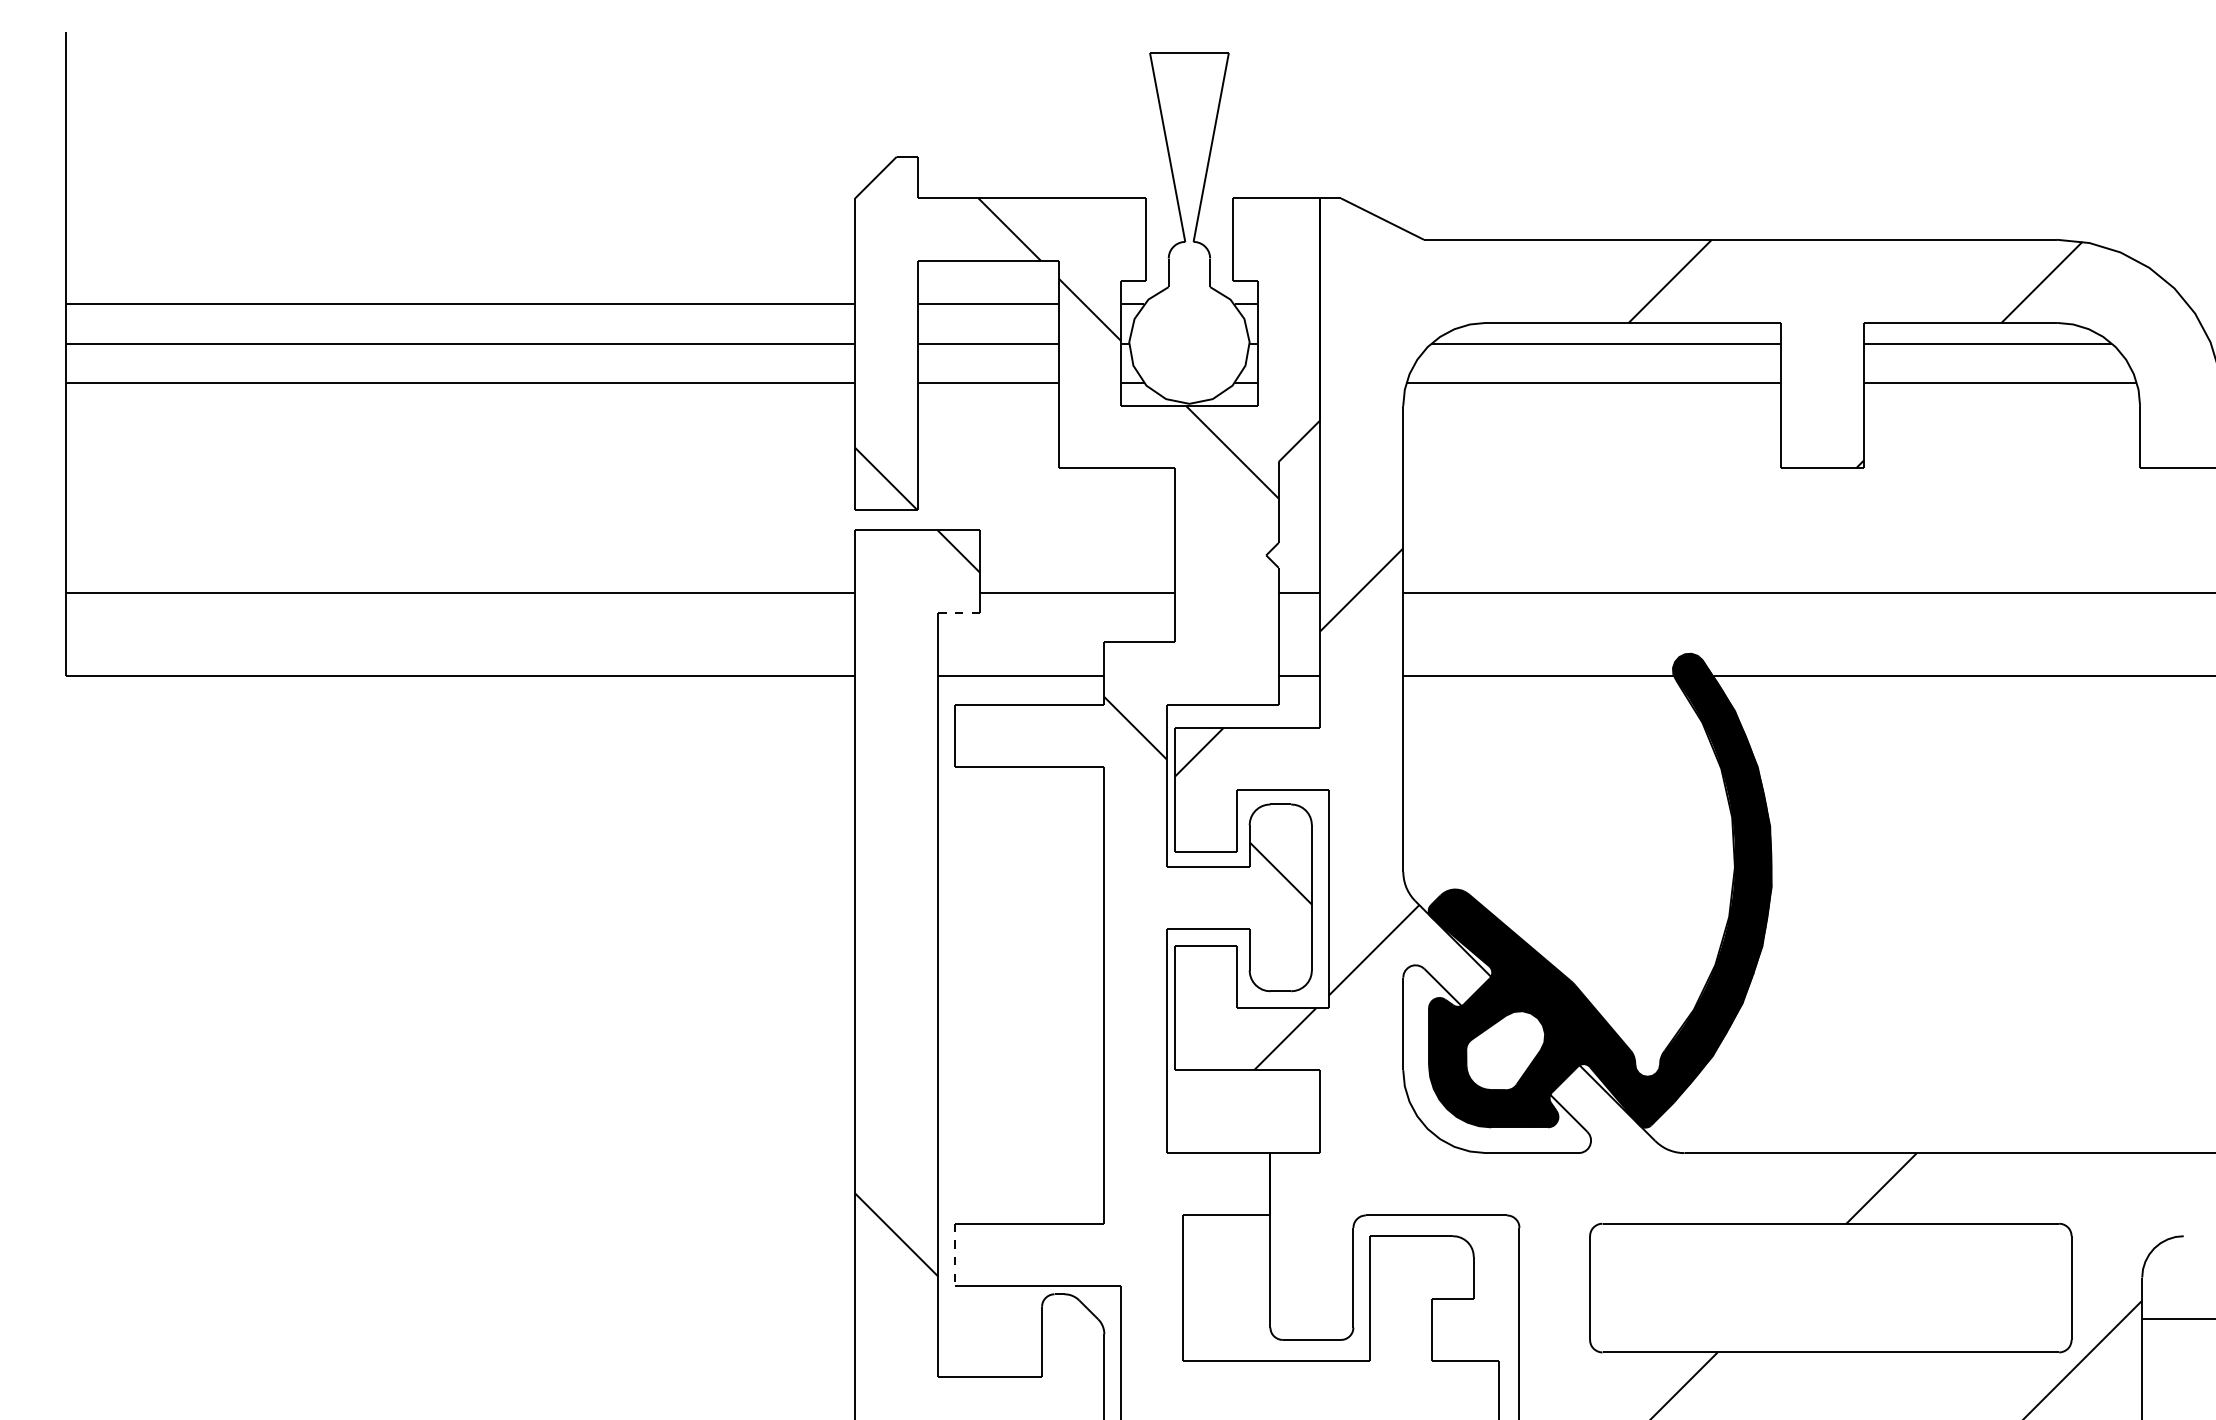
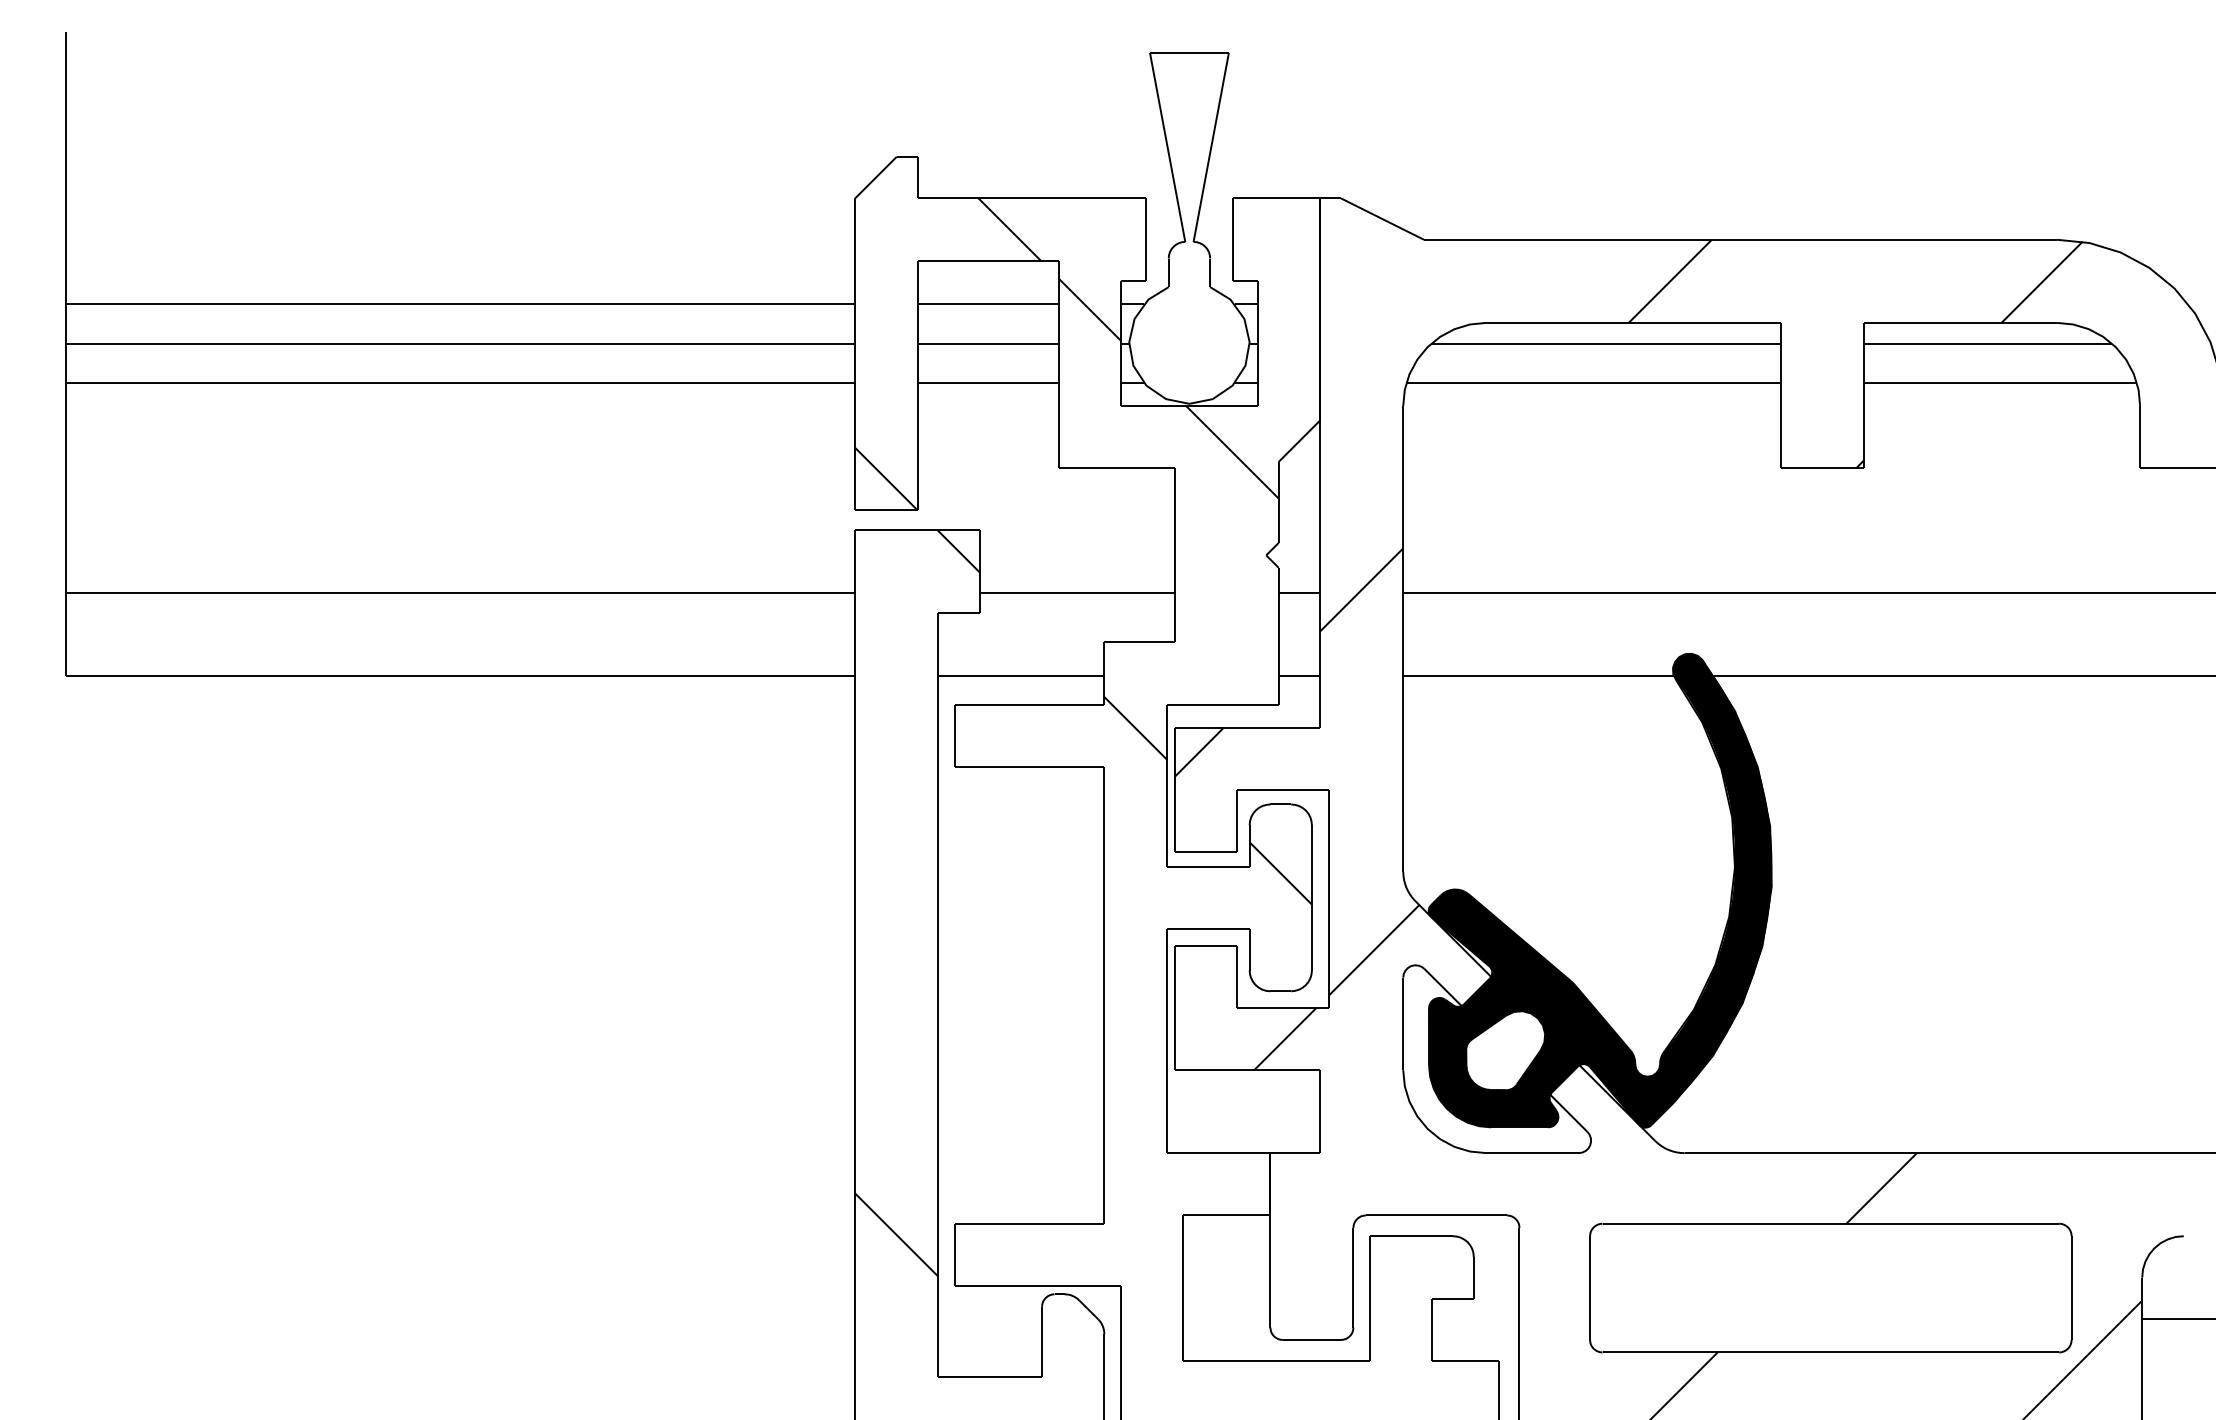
line at (959, 613): dashed -> solid
line at (954, 1255): dashed -> solid
